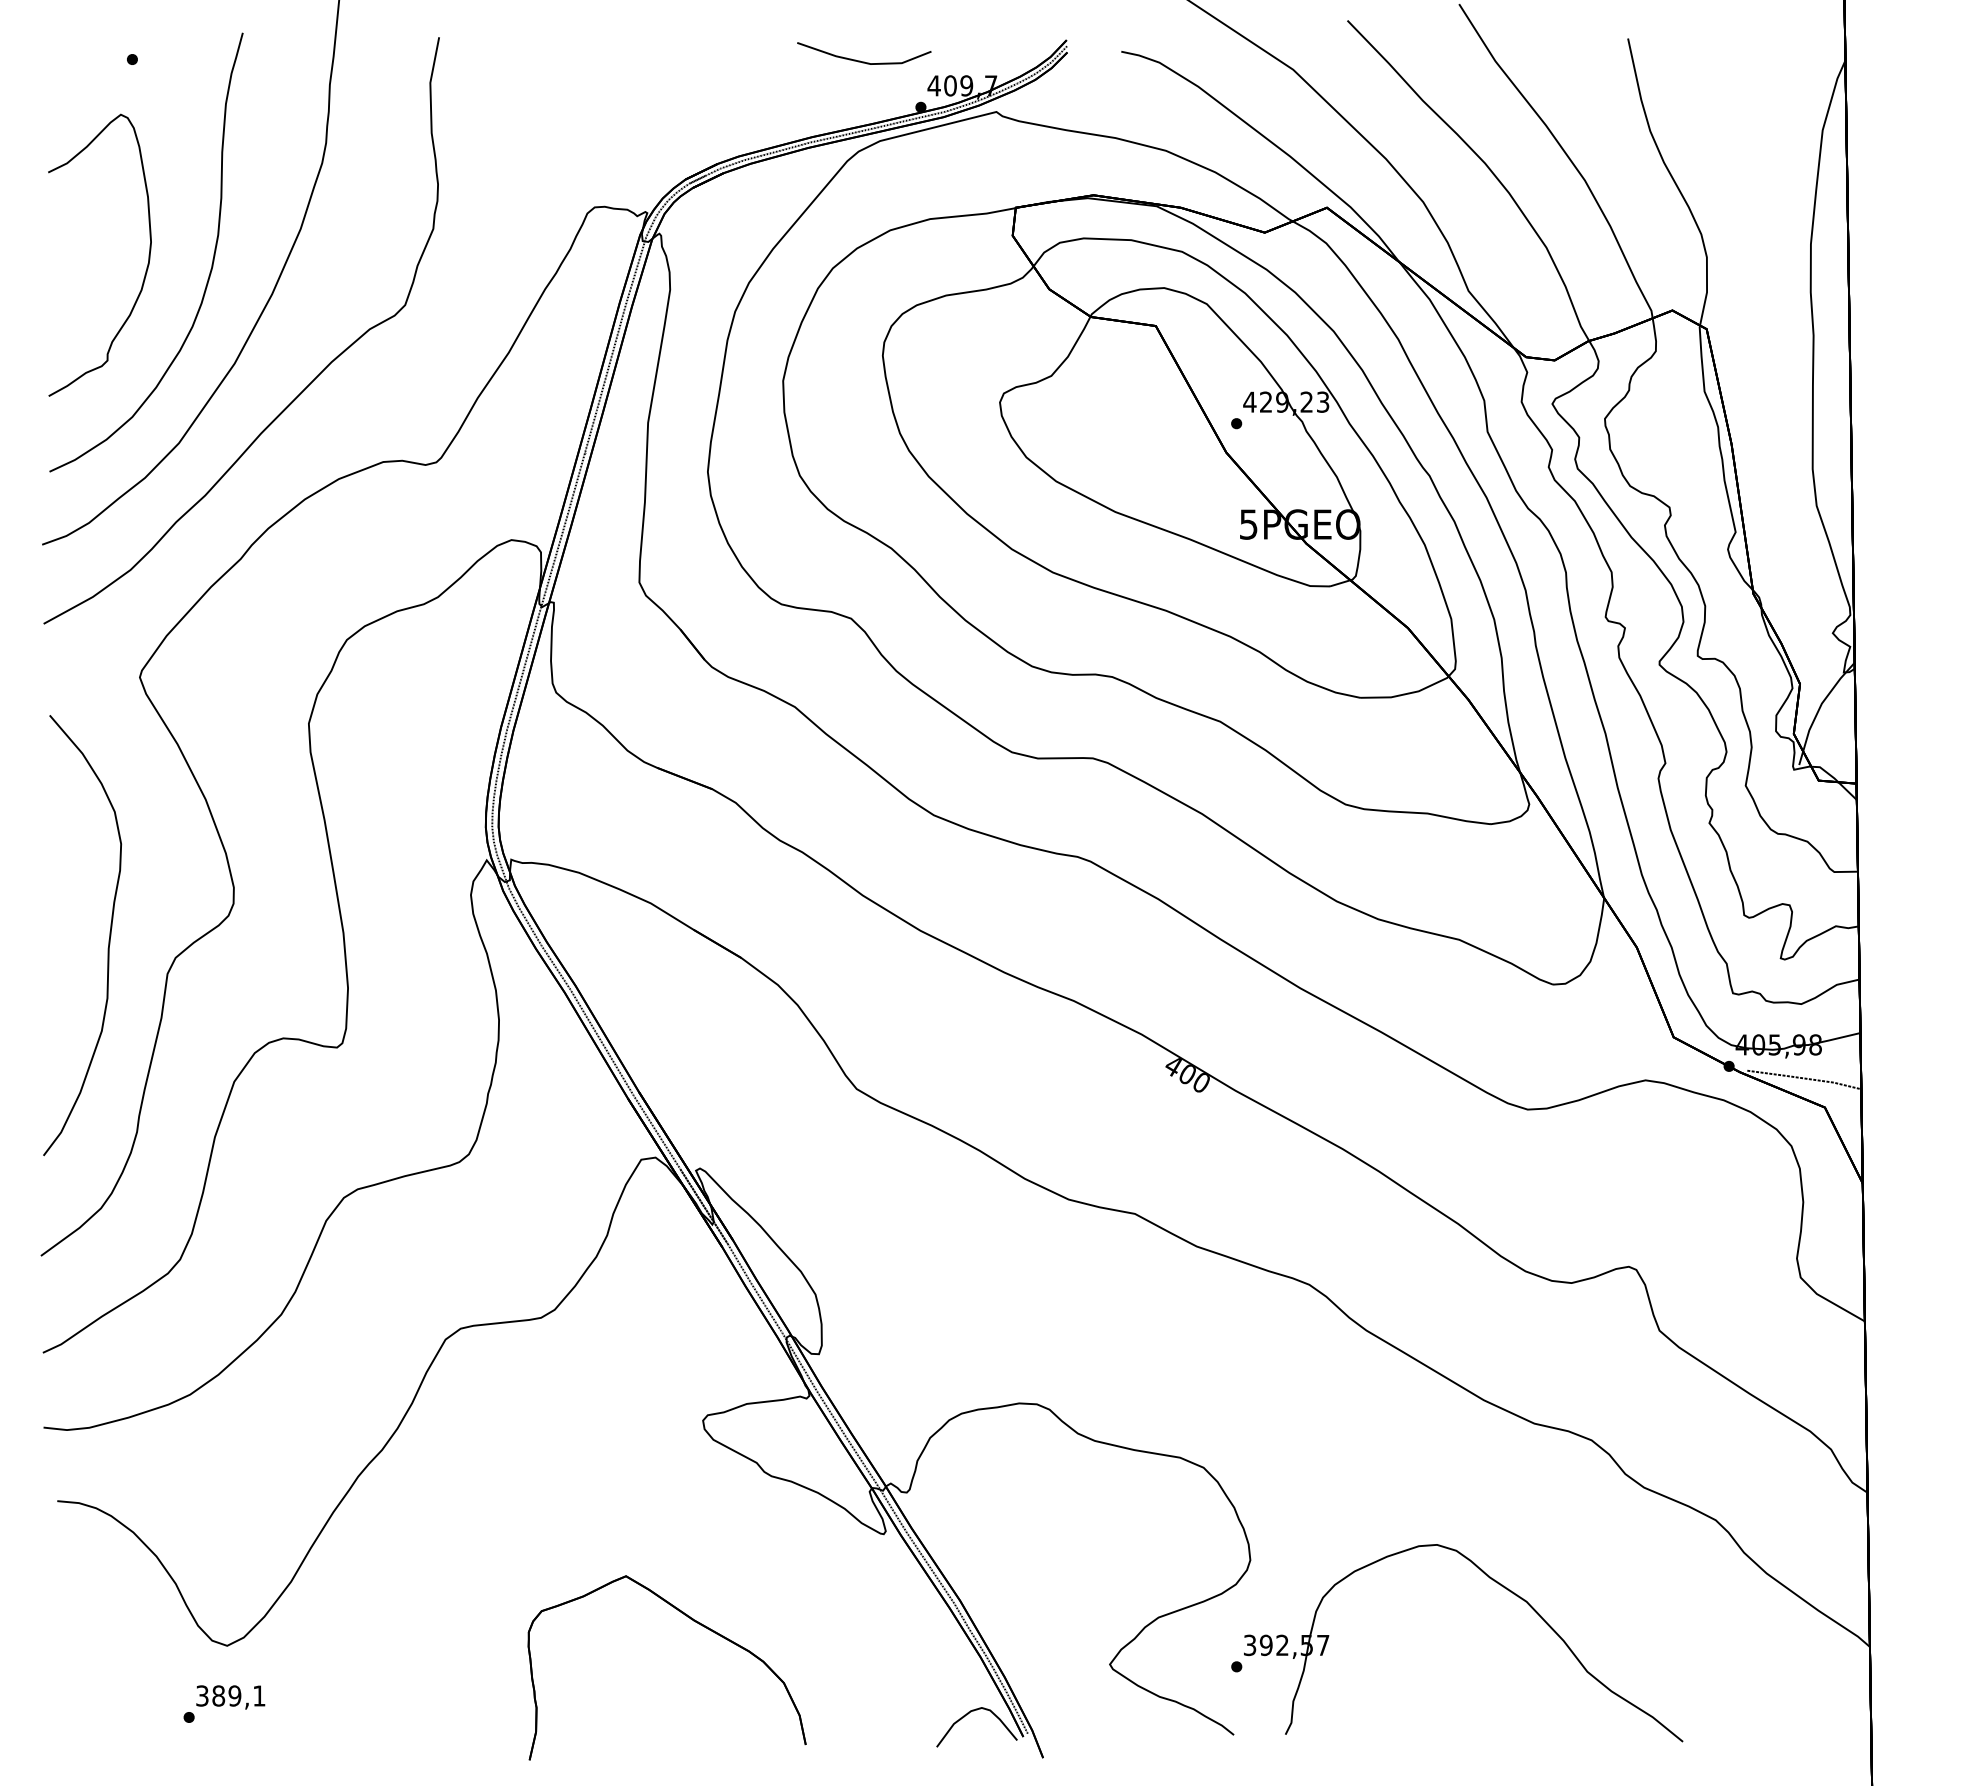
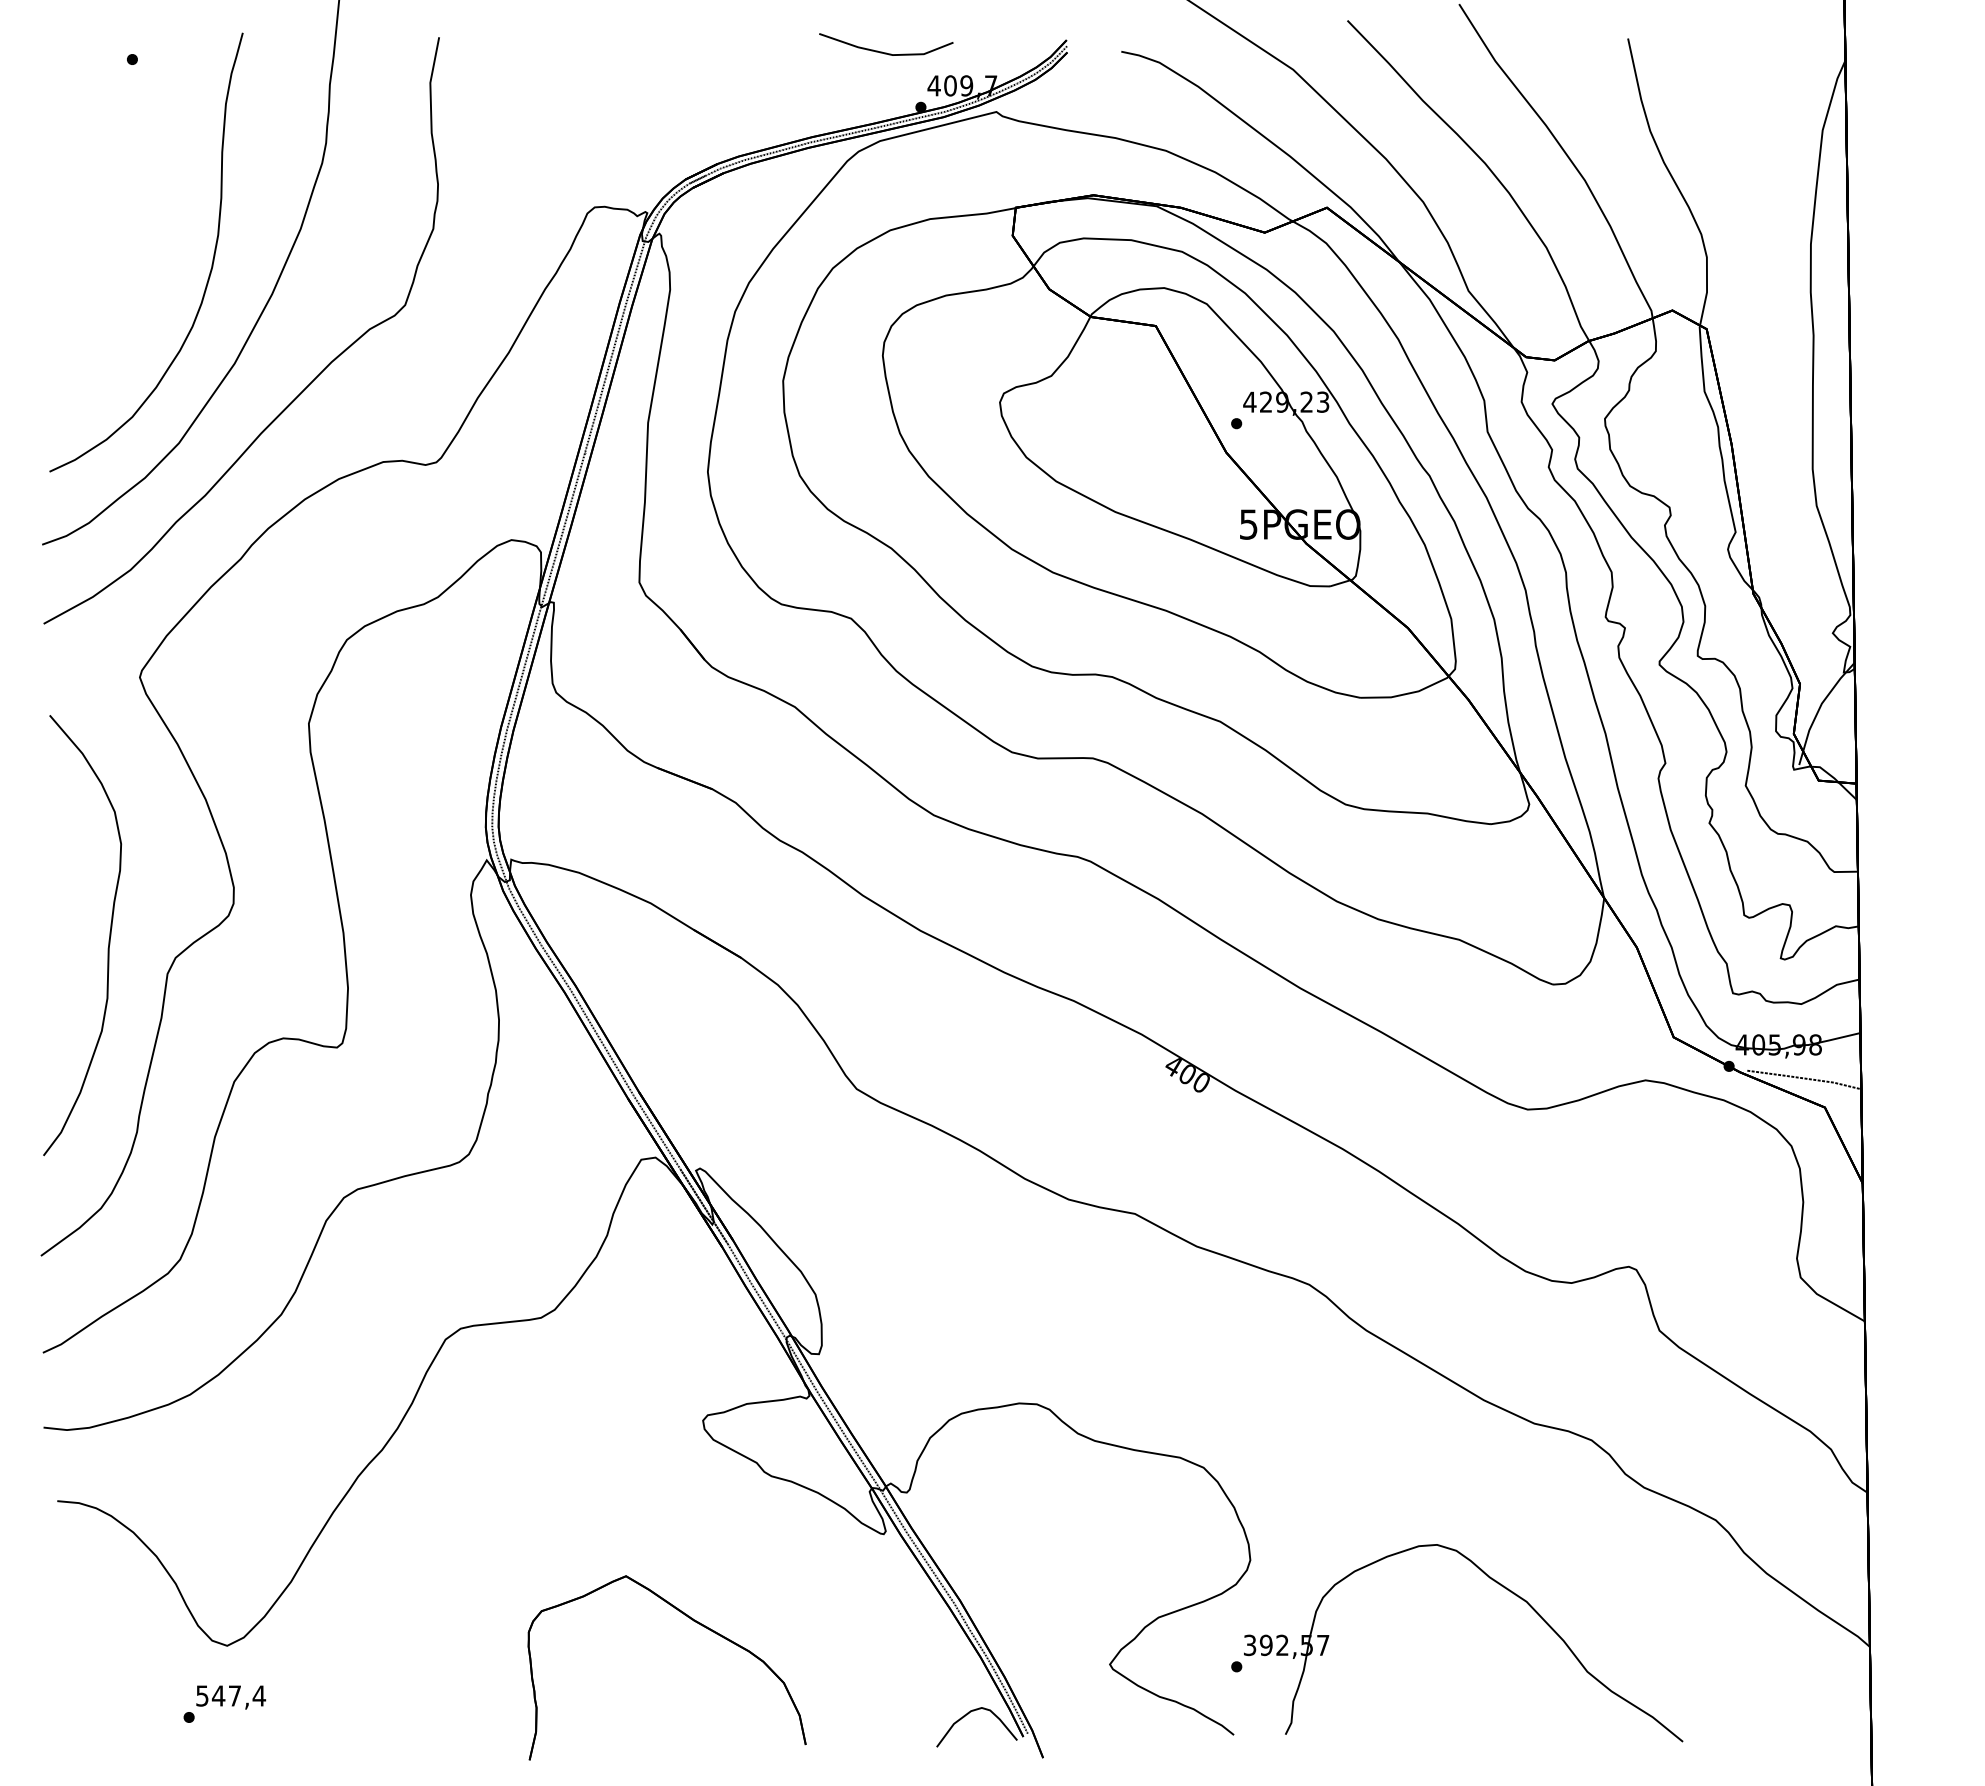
line at (864, 61) position: (864, 61) -> (886, 52)
curve at (146, 267): present -> none
text at (231, 1695): 389,1 -> 547,4
